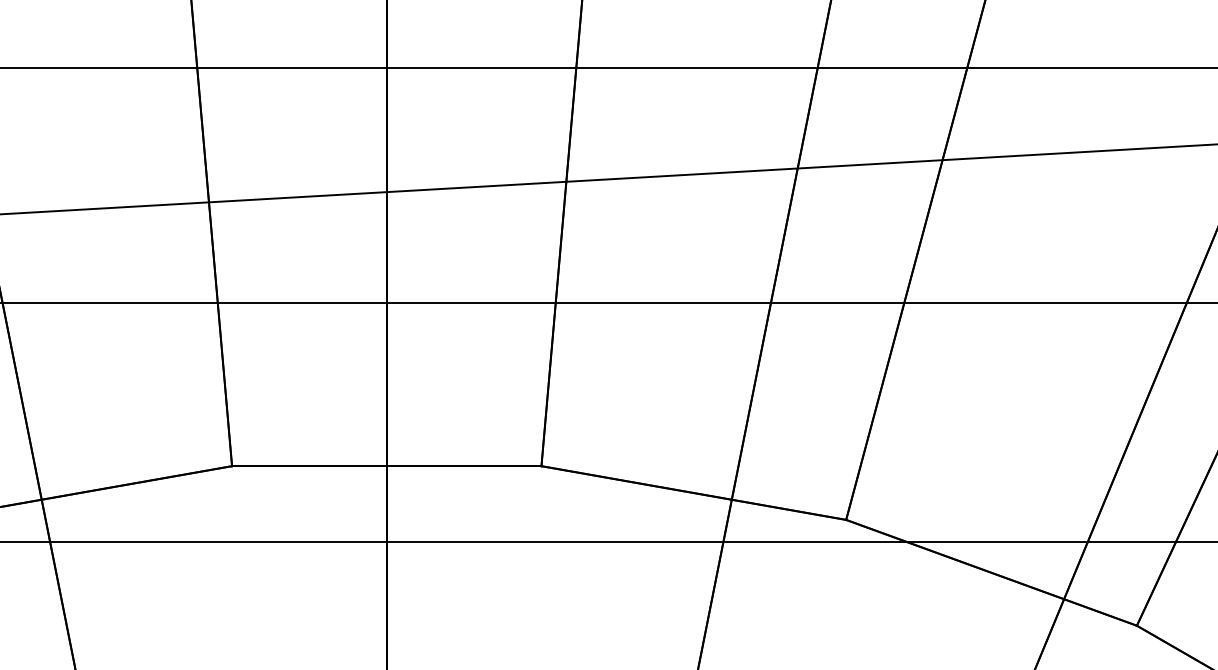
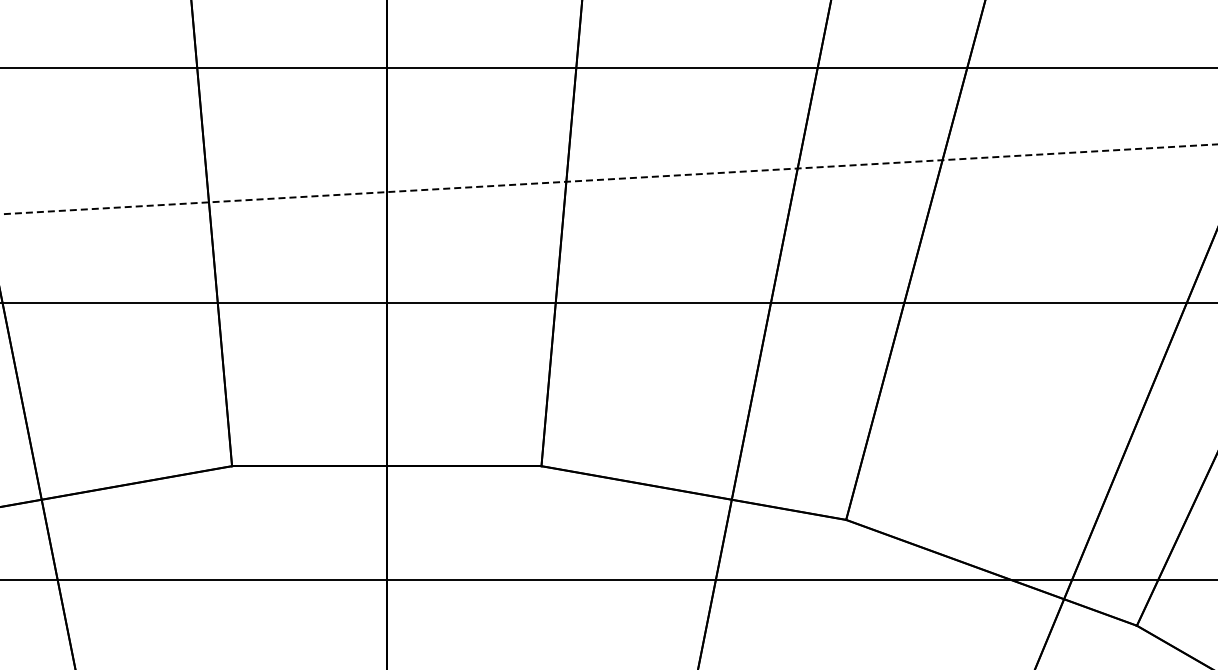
line at (609, 179): solid -> dashed
line at (608, 541) position: (608, 541) -> (608, 579)
